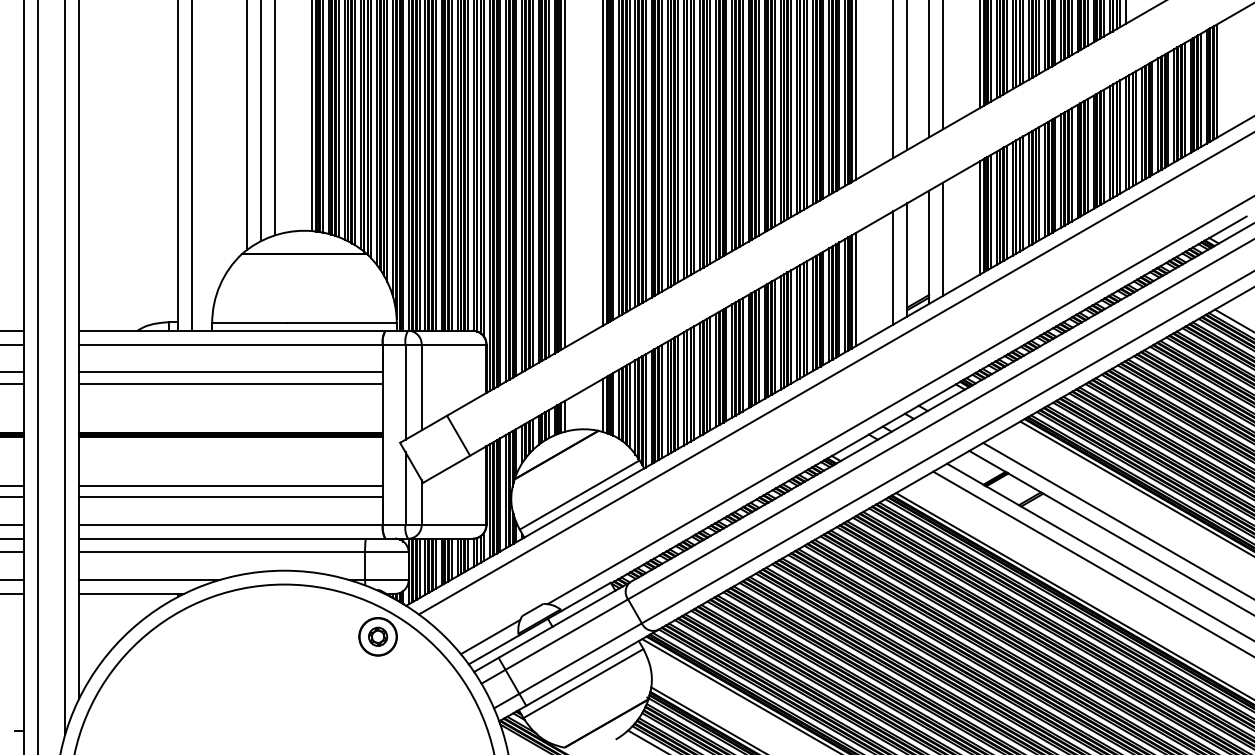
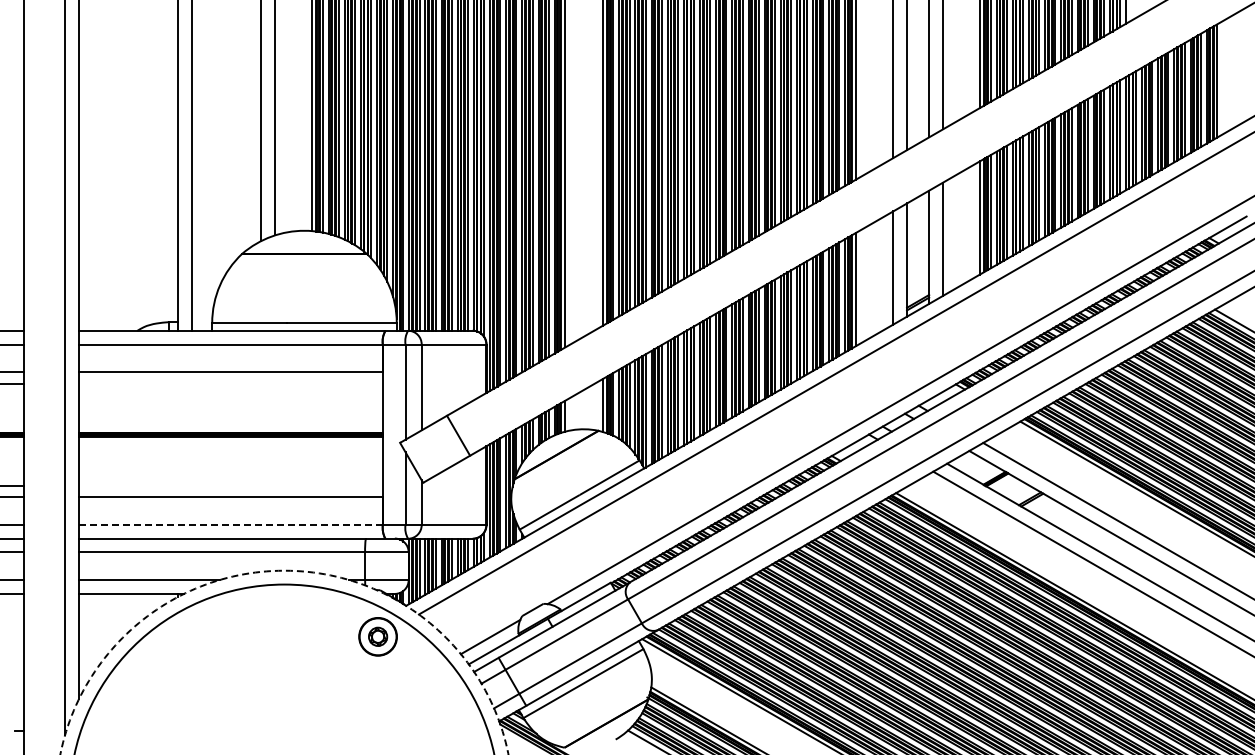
line at (247, 125): present -> none
line at (37, 376): present -> none
line at (230, 383): present -> none
line at (230, 485): present -> none
line at (231, 524): solid -> dashed
circle at (284, 662): solid -> dashed
